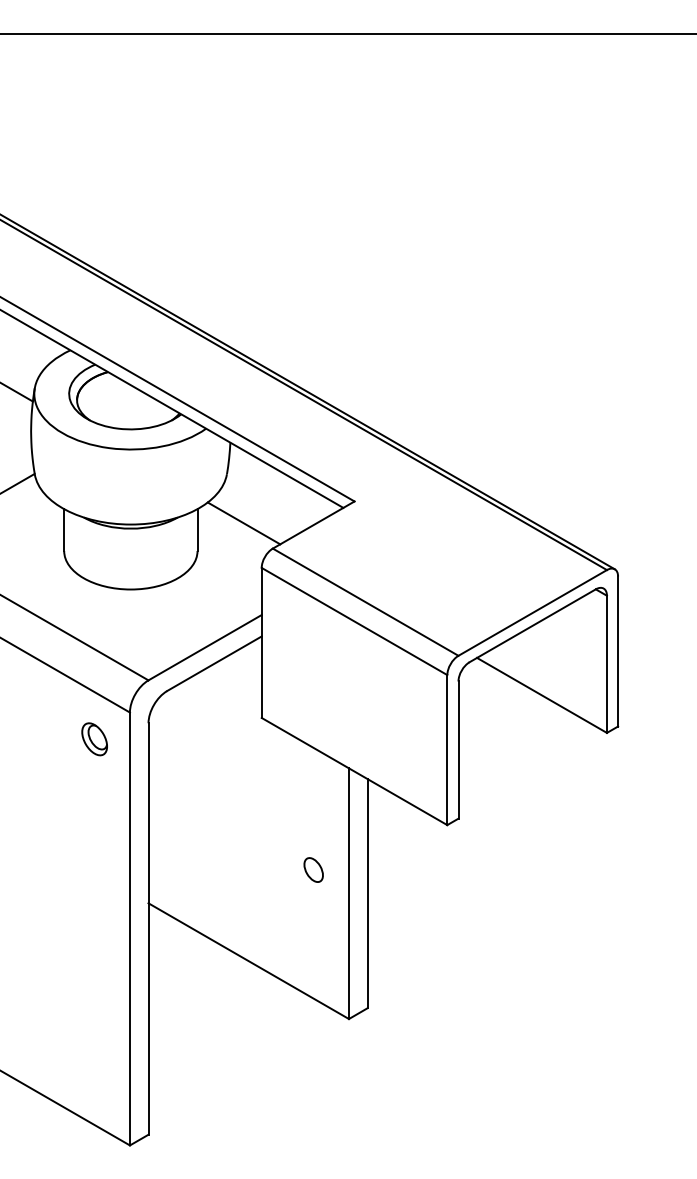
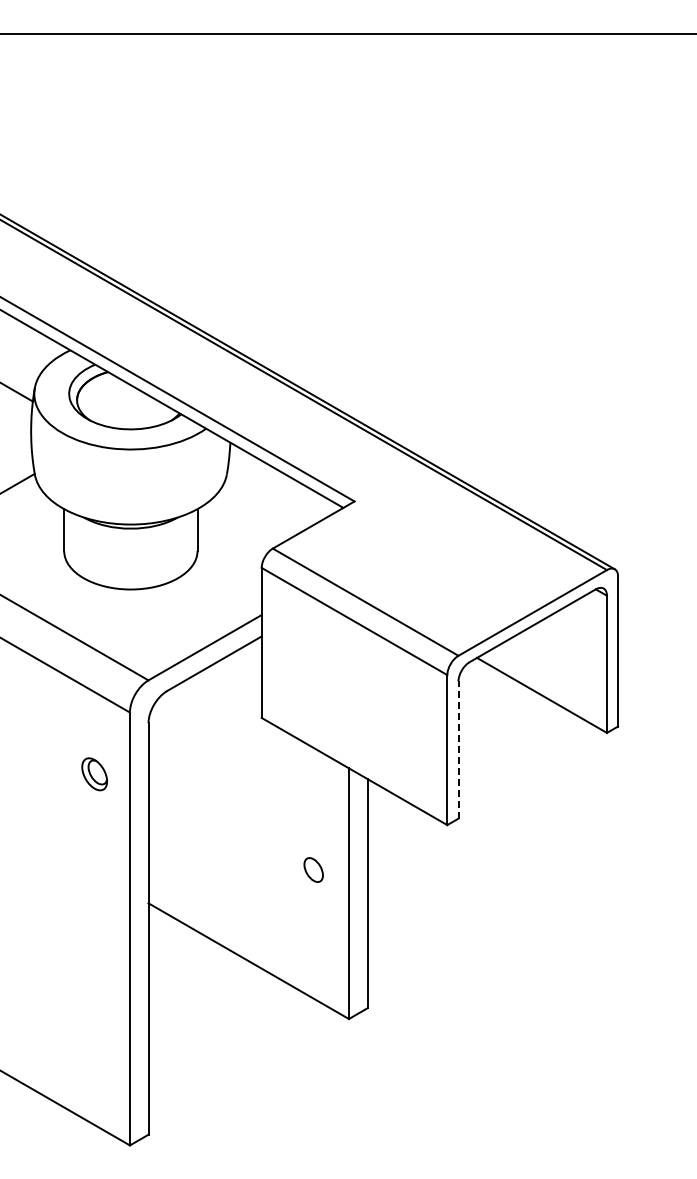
line at (243, 523): present -> none
part at (94, 739) position: (94, 739) -> (94, 774)
line at (458, 750): solid -> dashed
